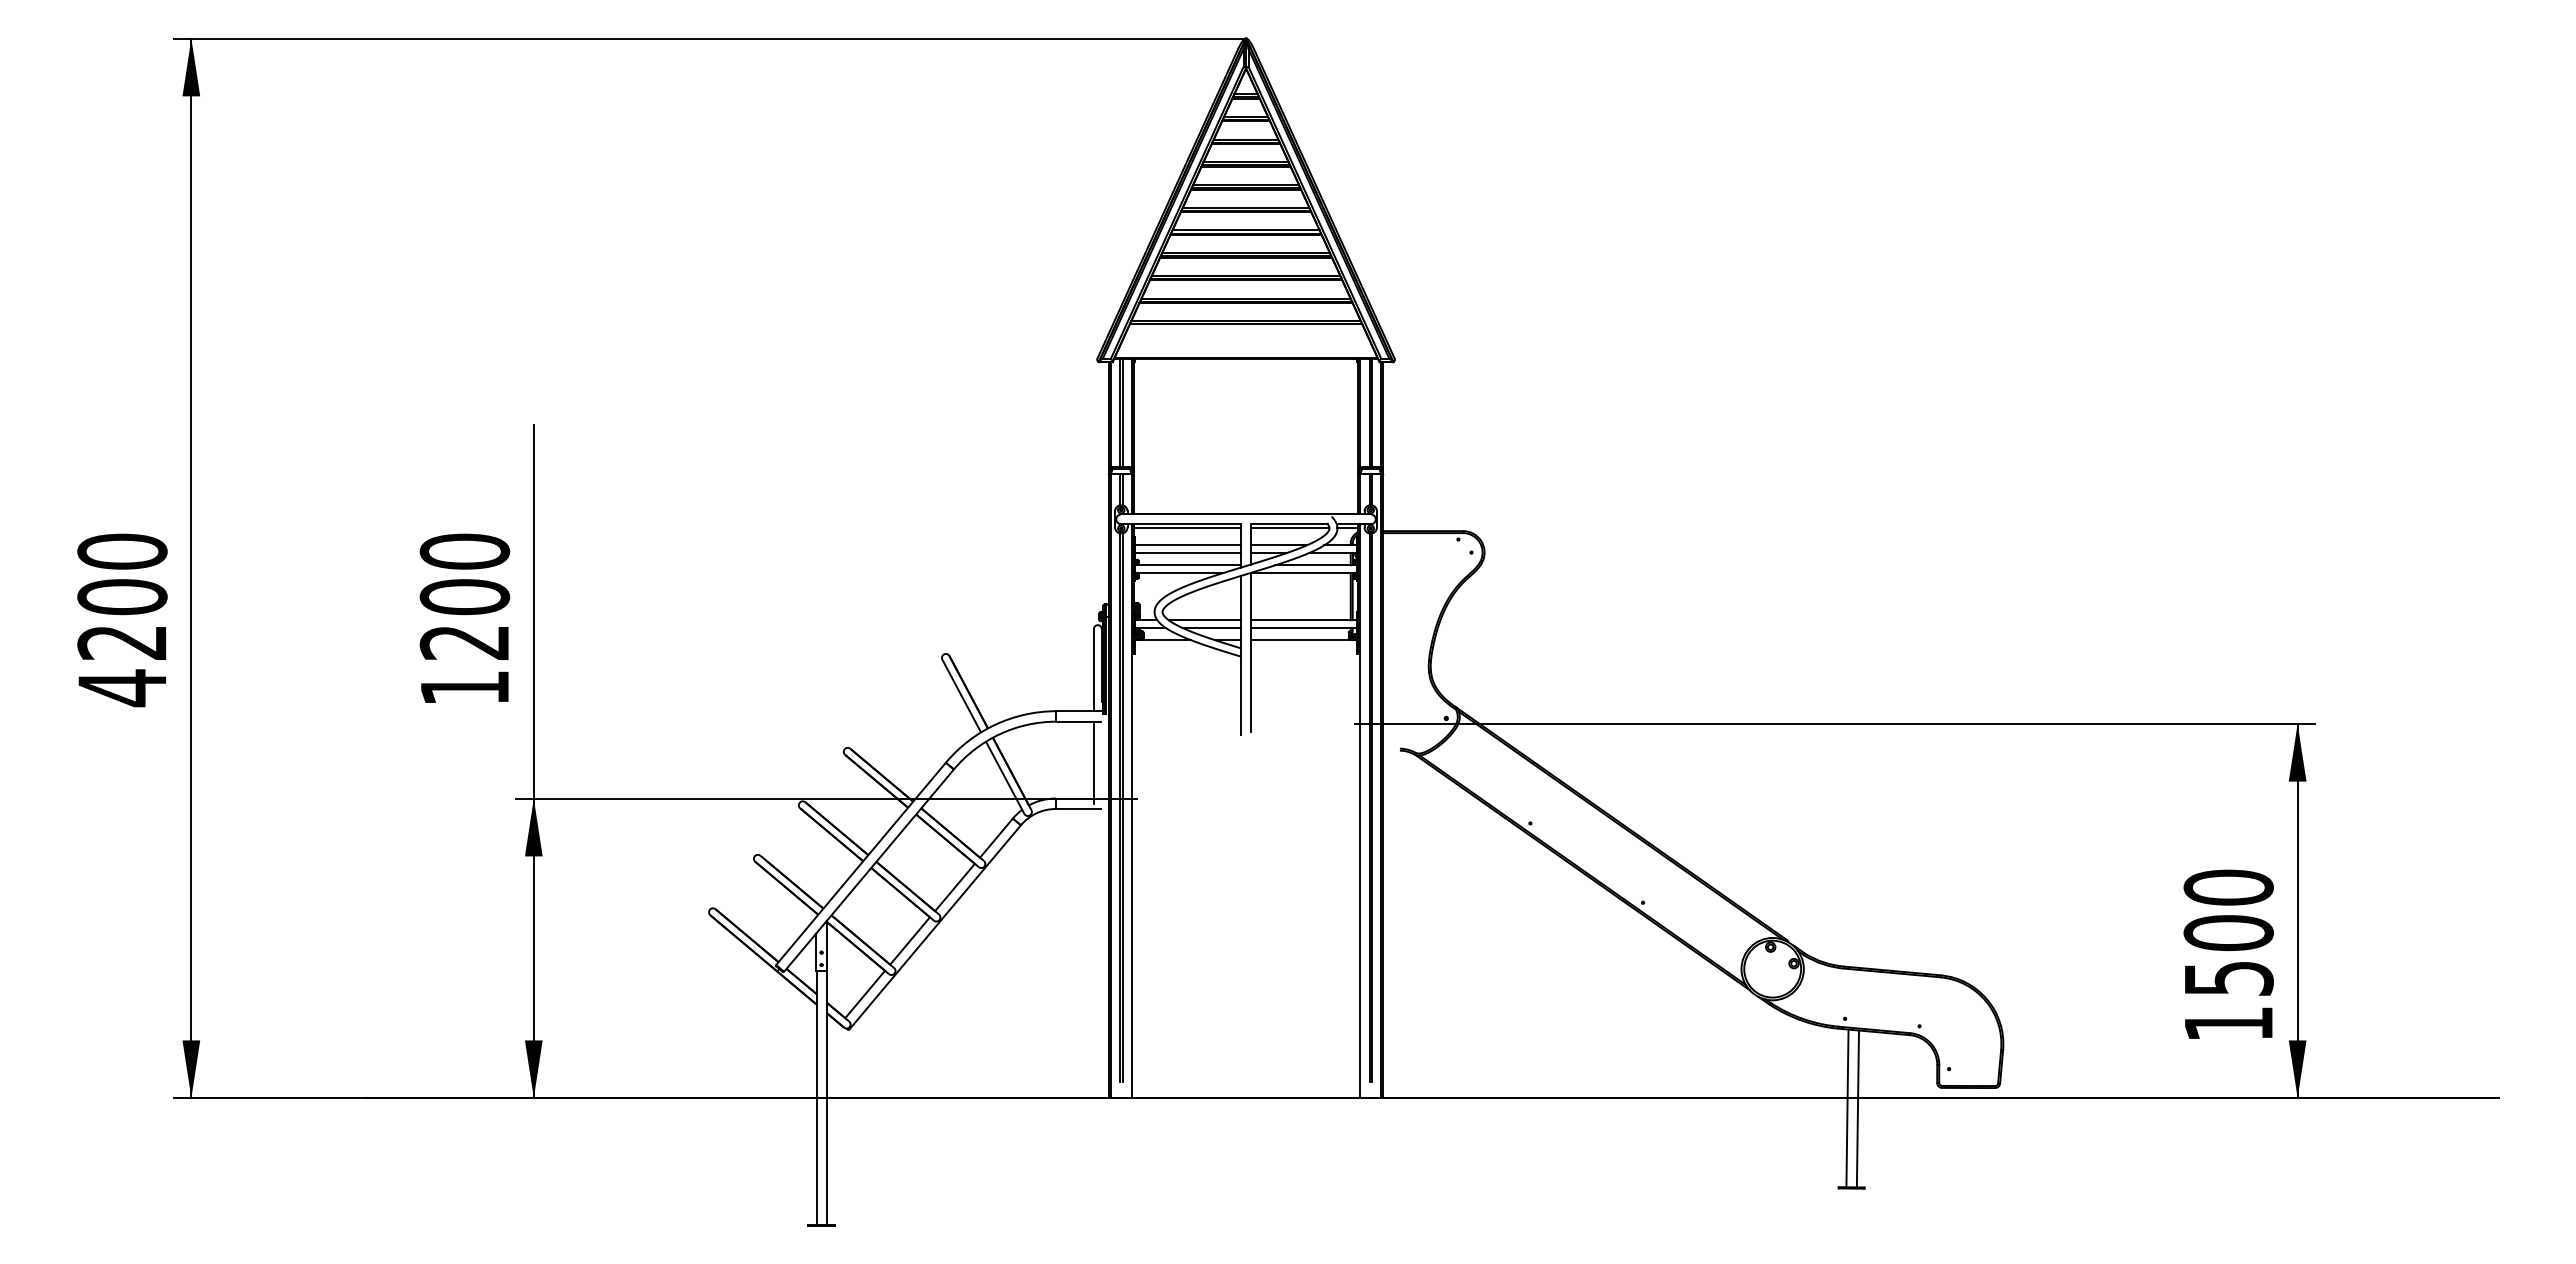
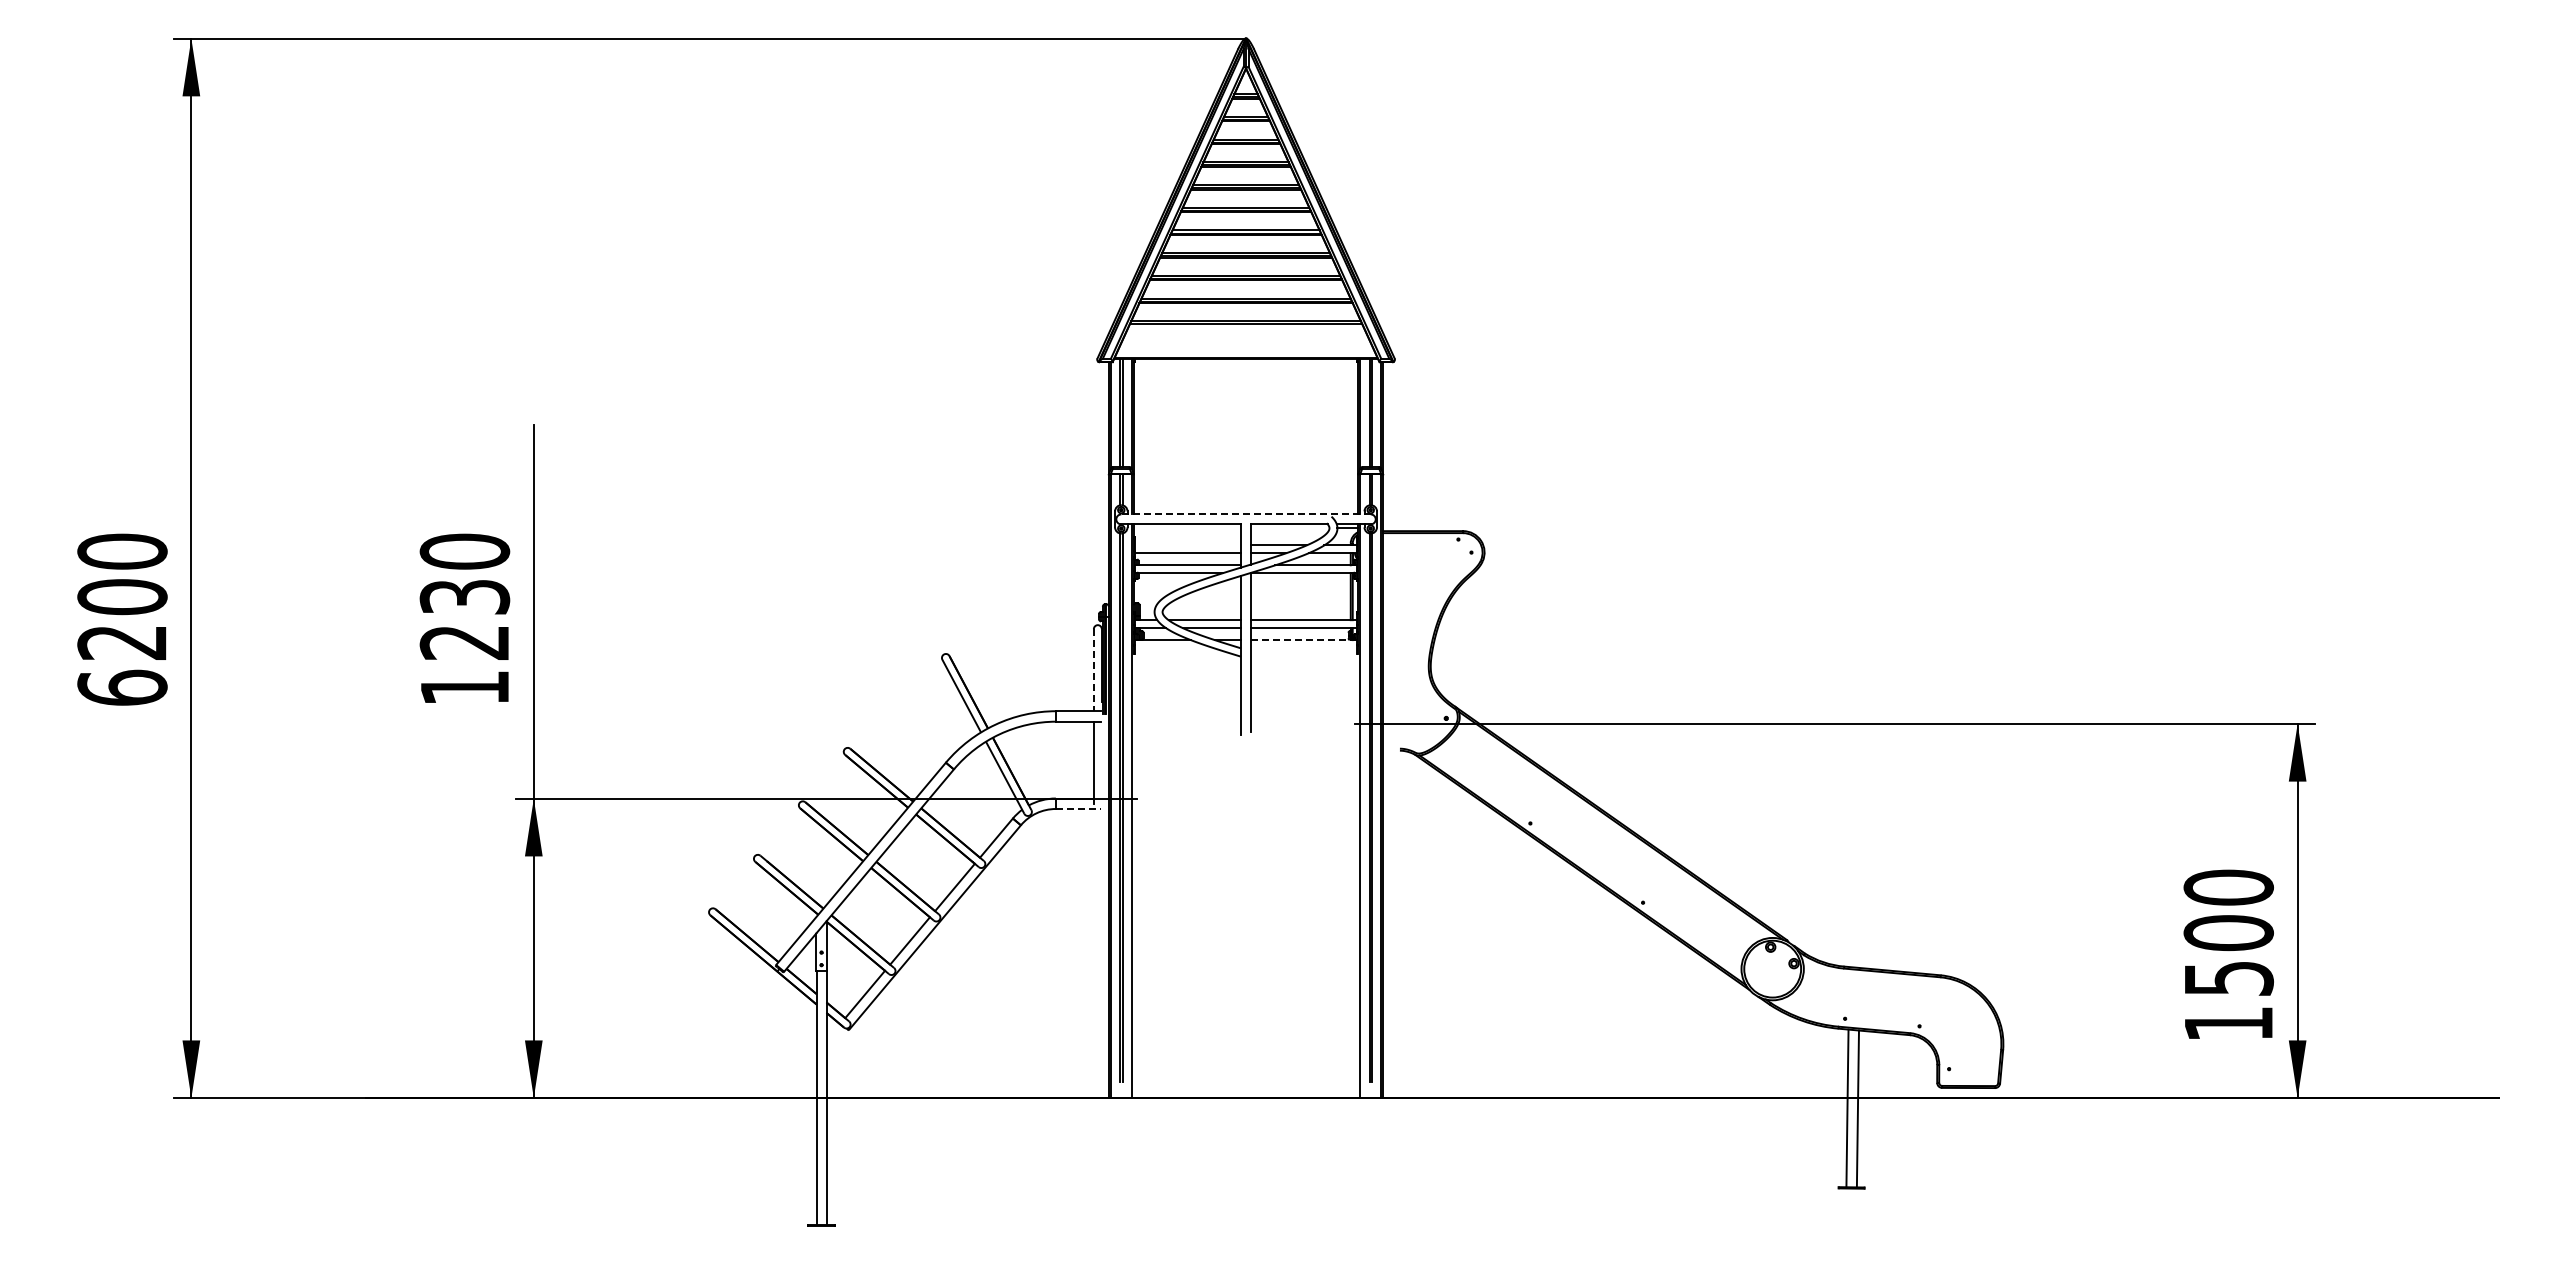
line at (1246, 514): solid -> dashed
line at (1187, 527): present -> none
line at (1290, 527): present -> none
line at (1187, 545): present -> none
text at (464, 597): 1200 -> 1230
line at (1303, 640): solid -> dashed
line at (1093, 670): solid -> dashed
text at (122, 688): 4200 -> 6200
line at (1078, 809): solid -> dashed
